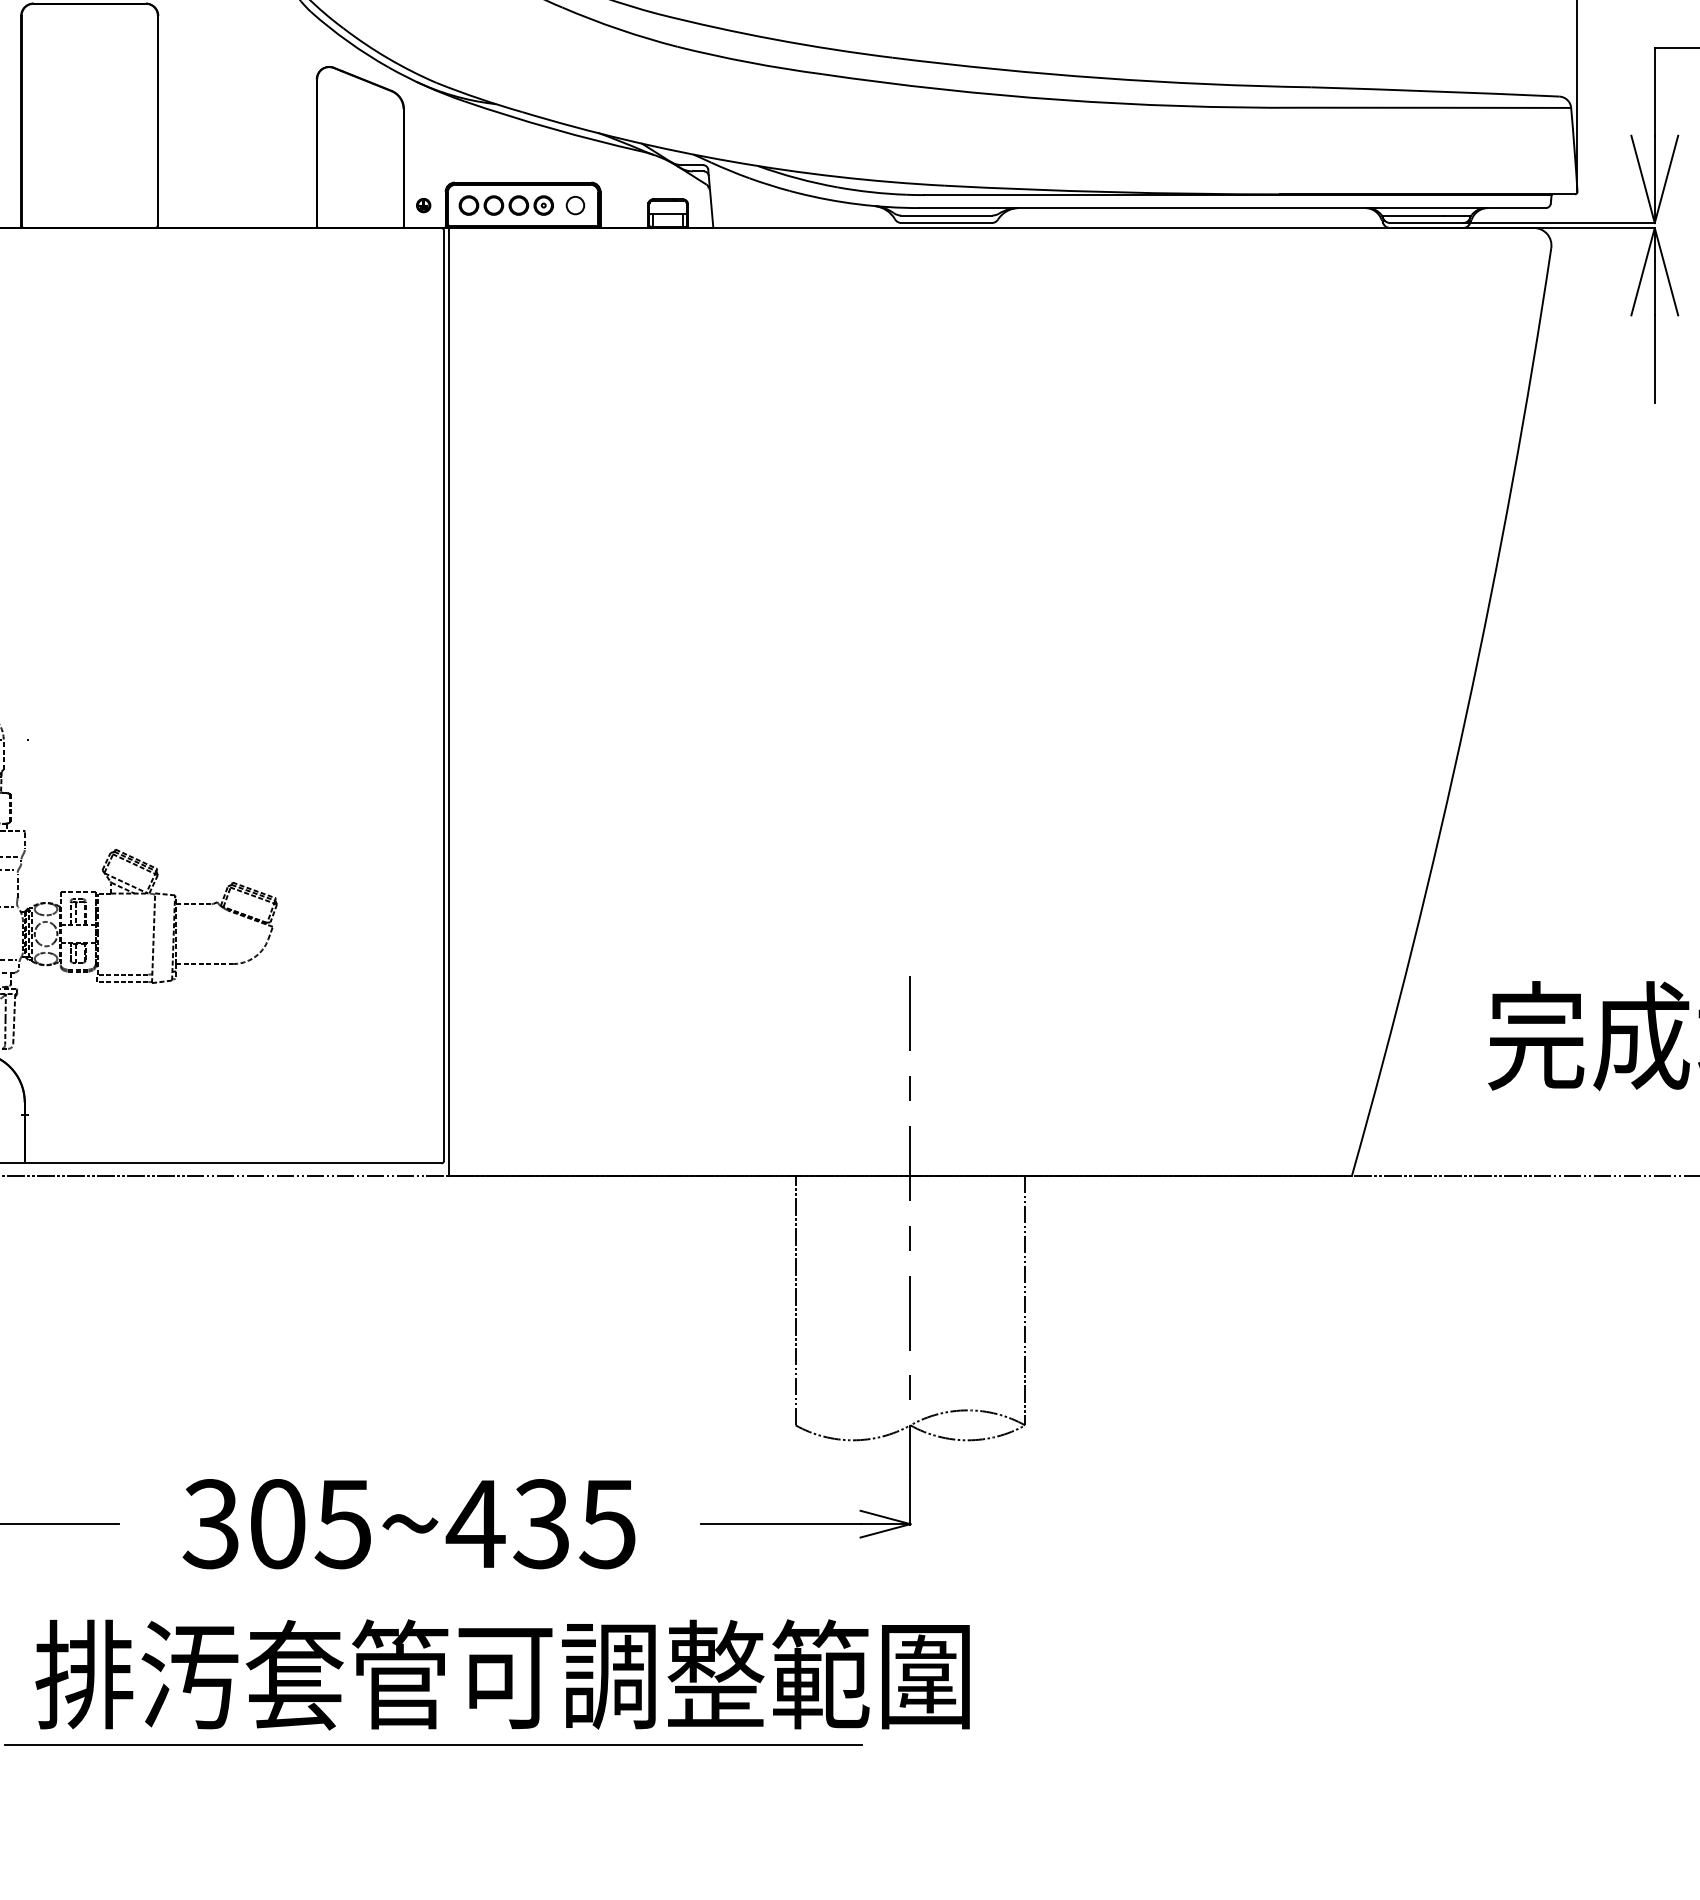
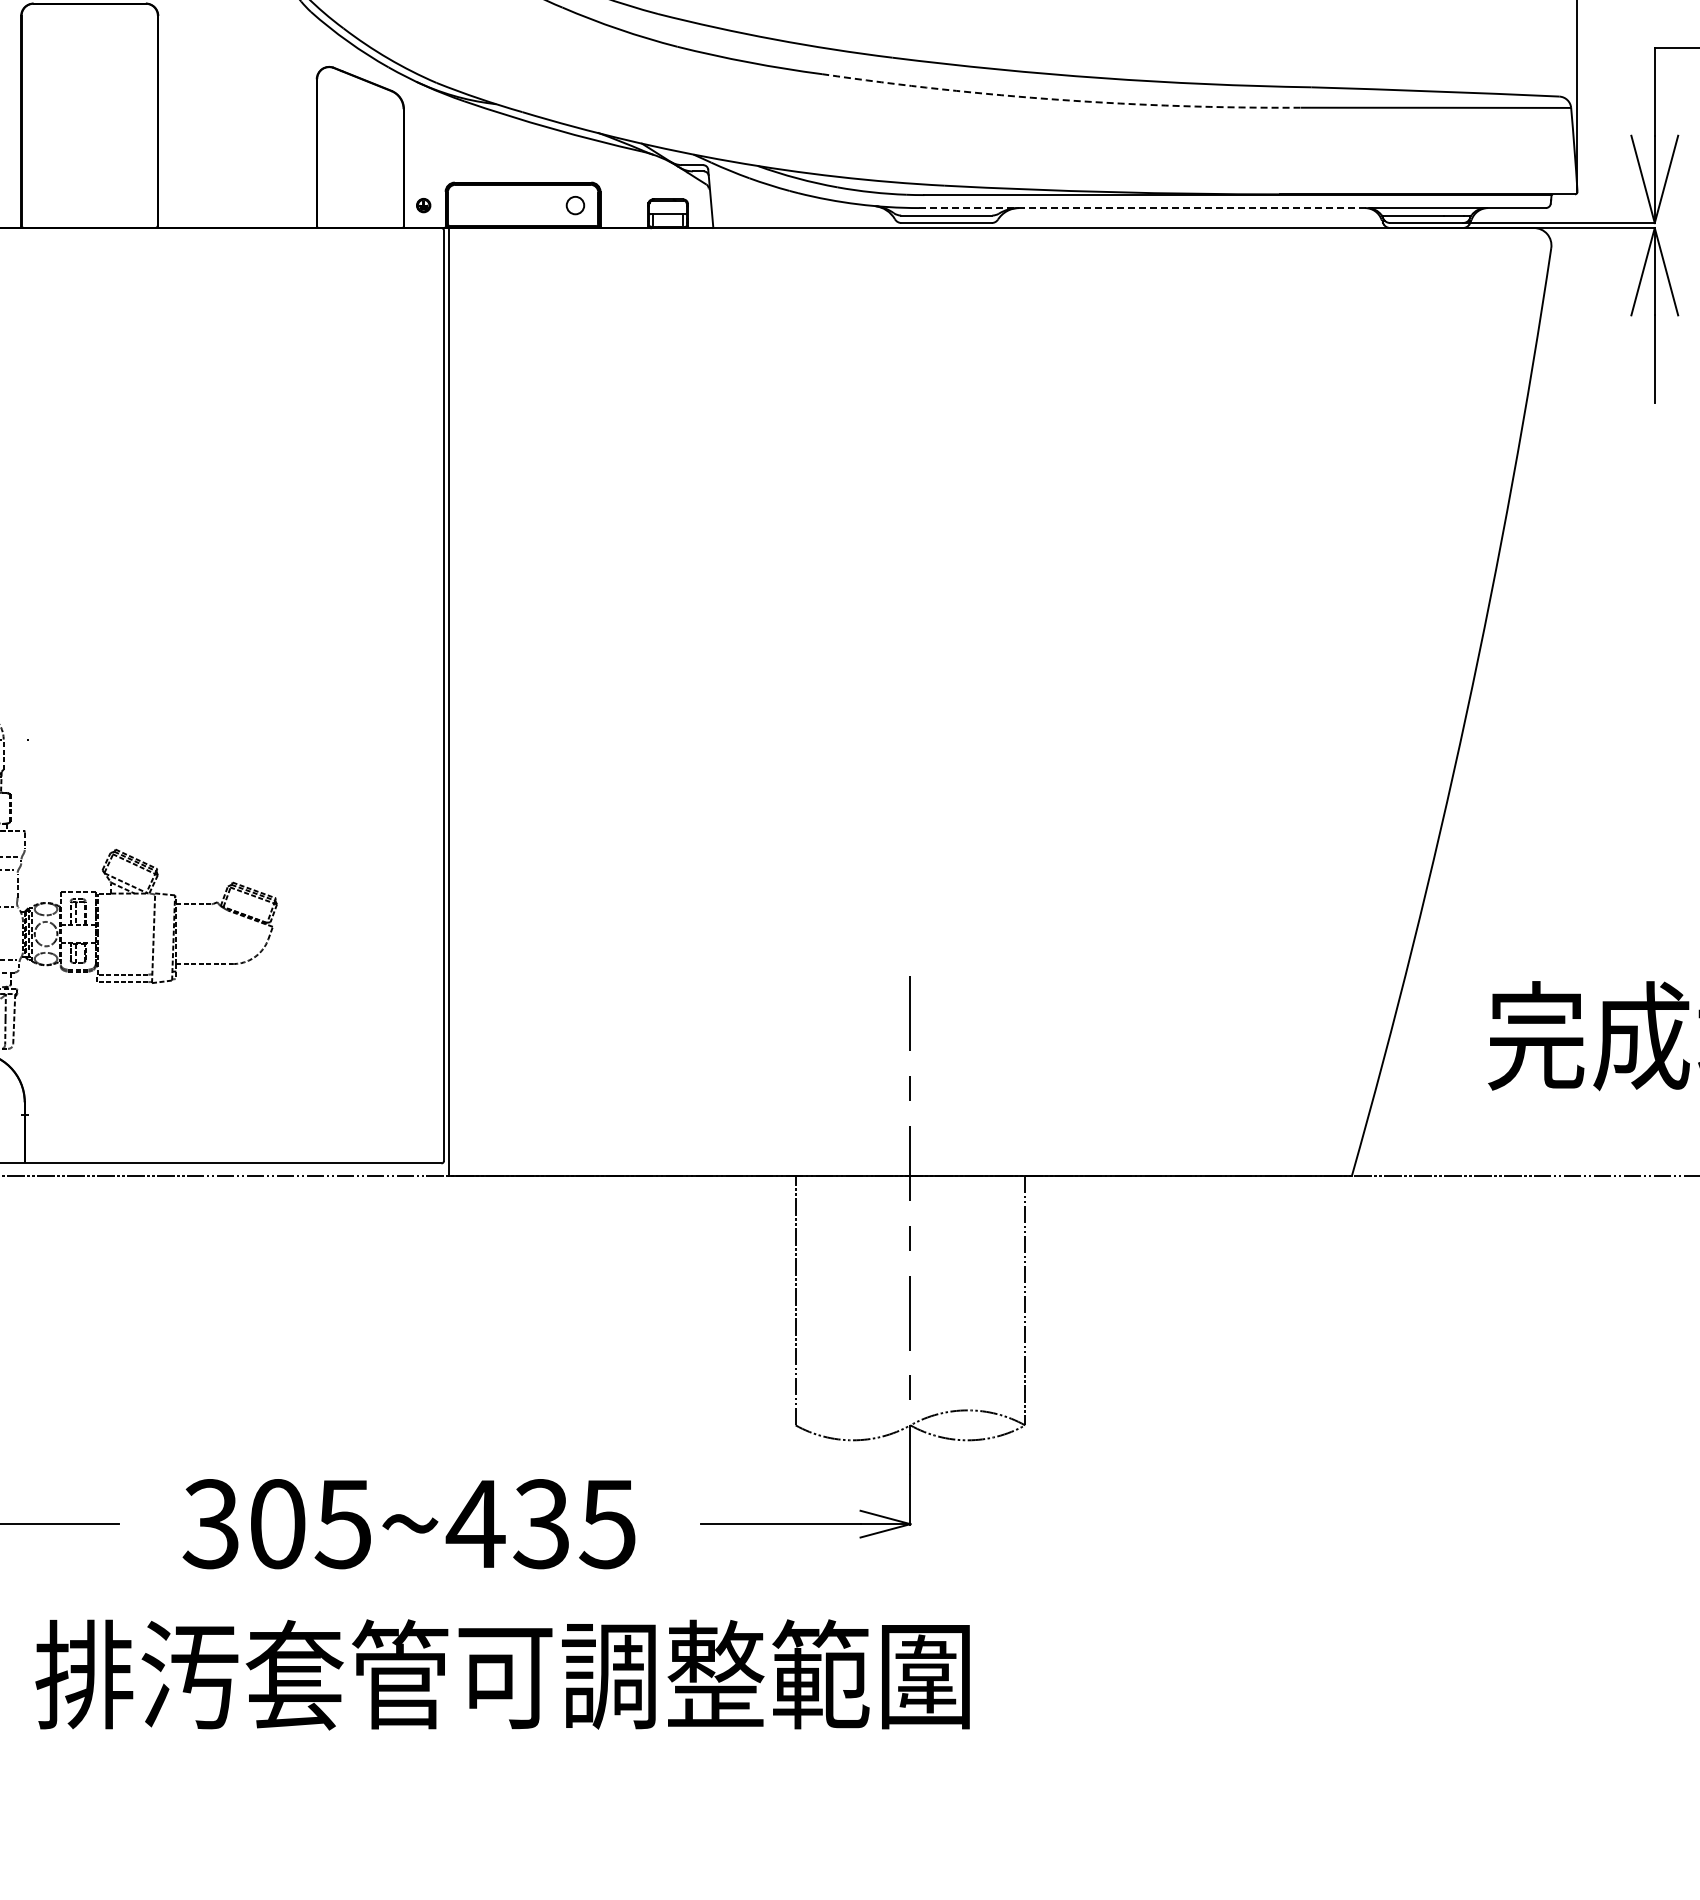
arc at (1060, 99): solid -> dashed
part at (505, 205): present -> none
line at (1145, 208): solid -> dashed
line at (433, 1744): present -> none
